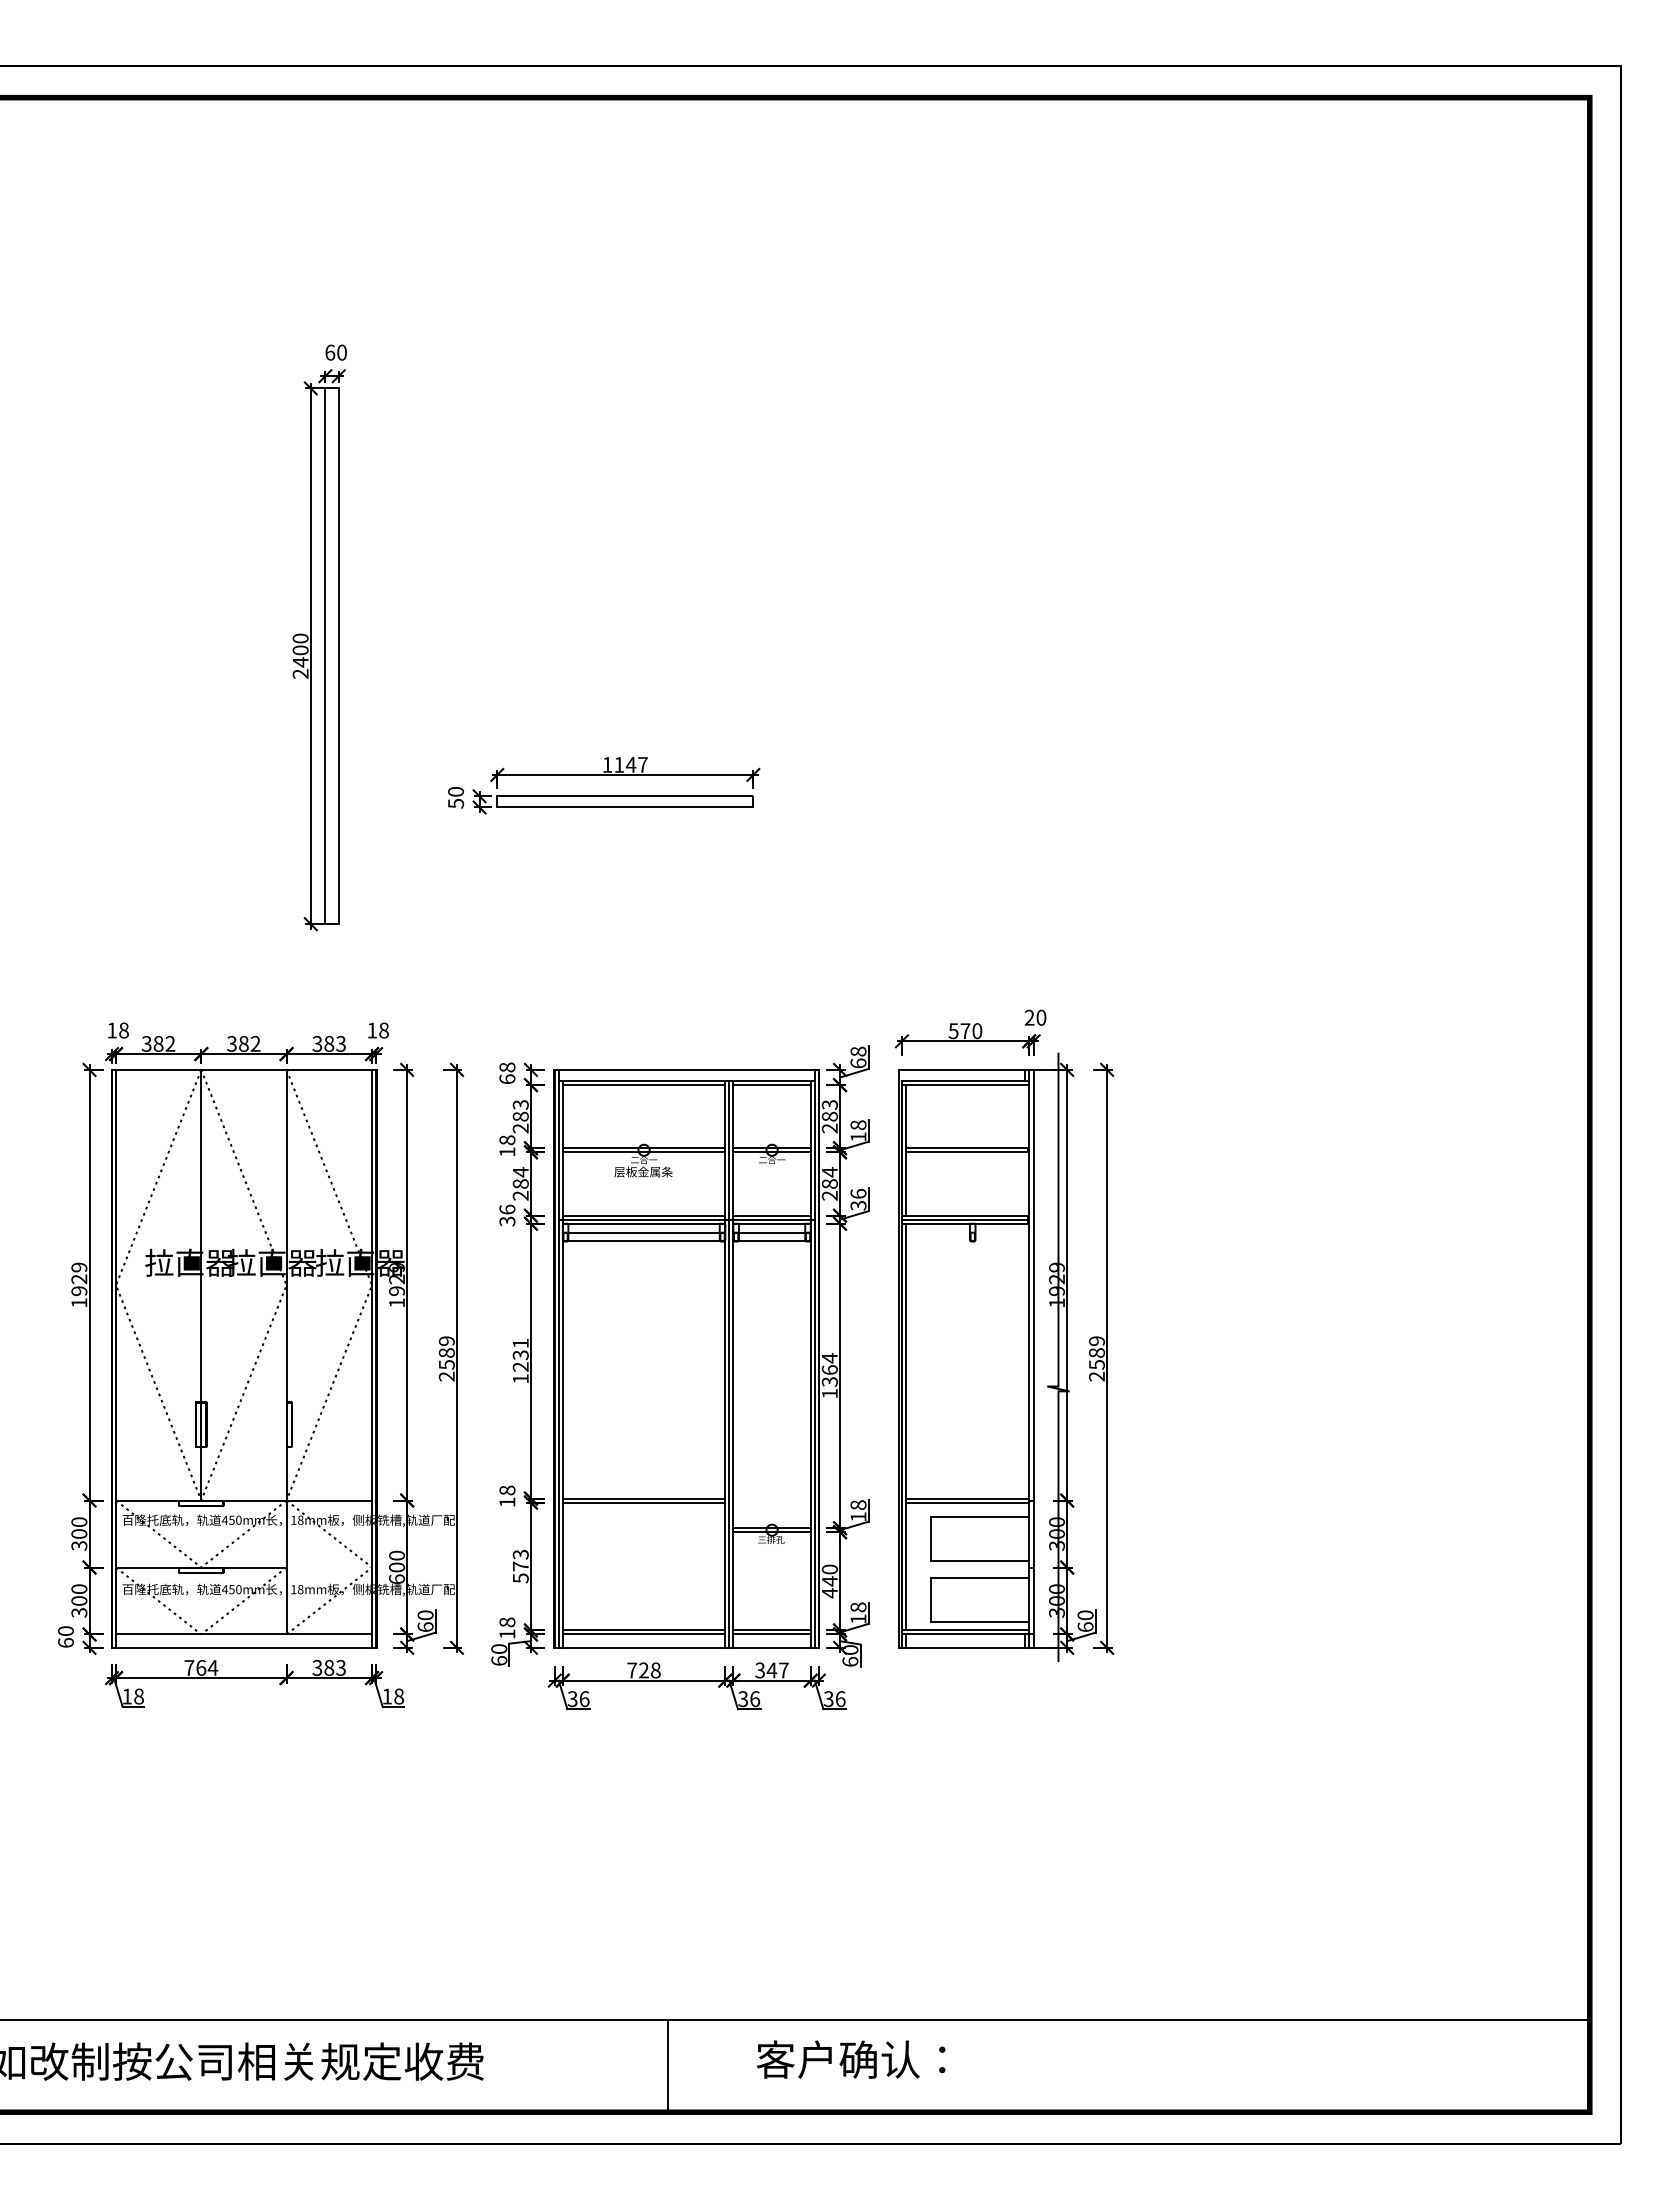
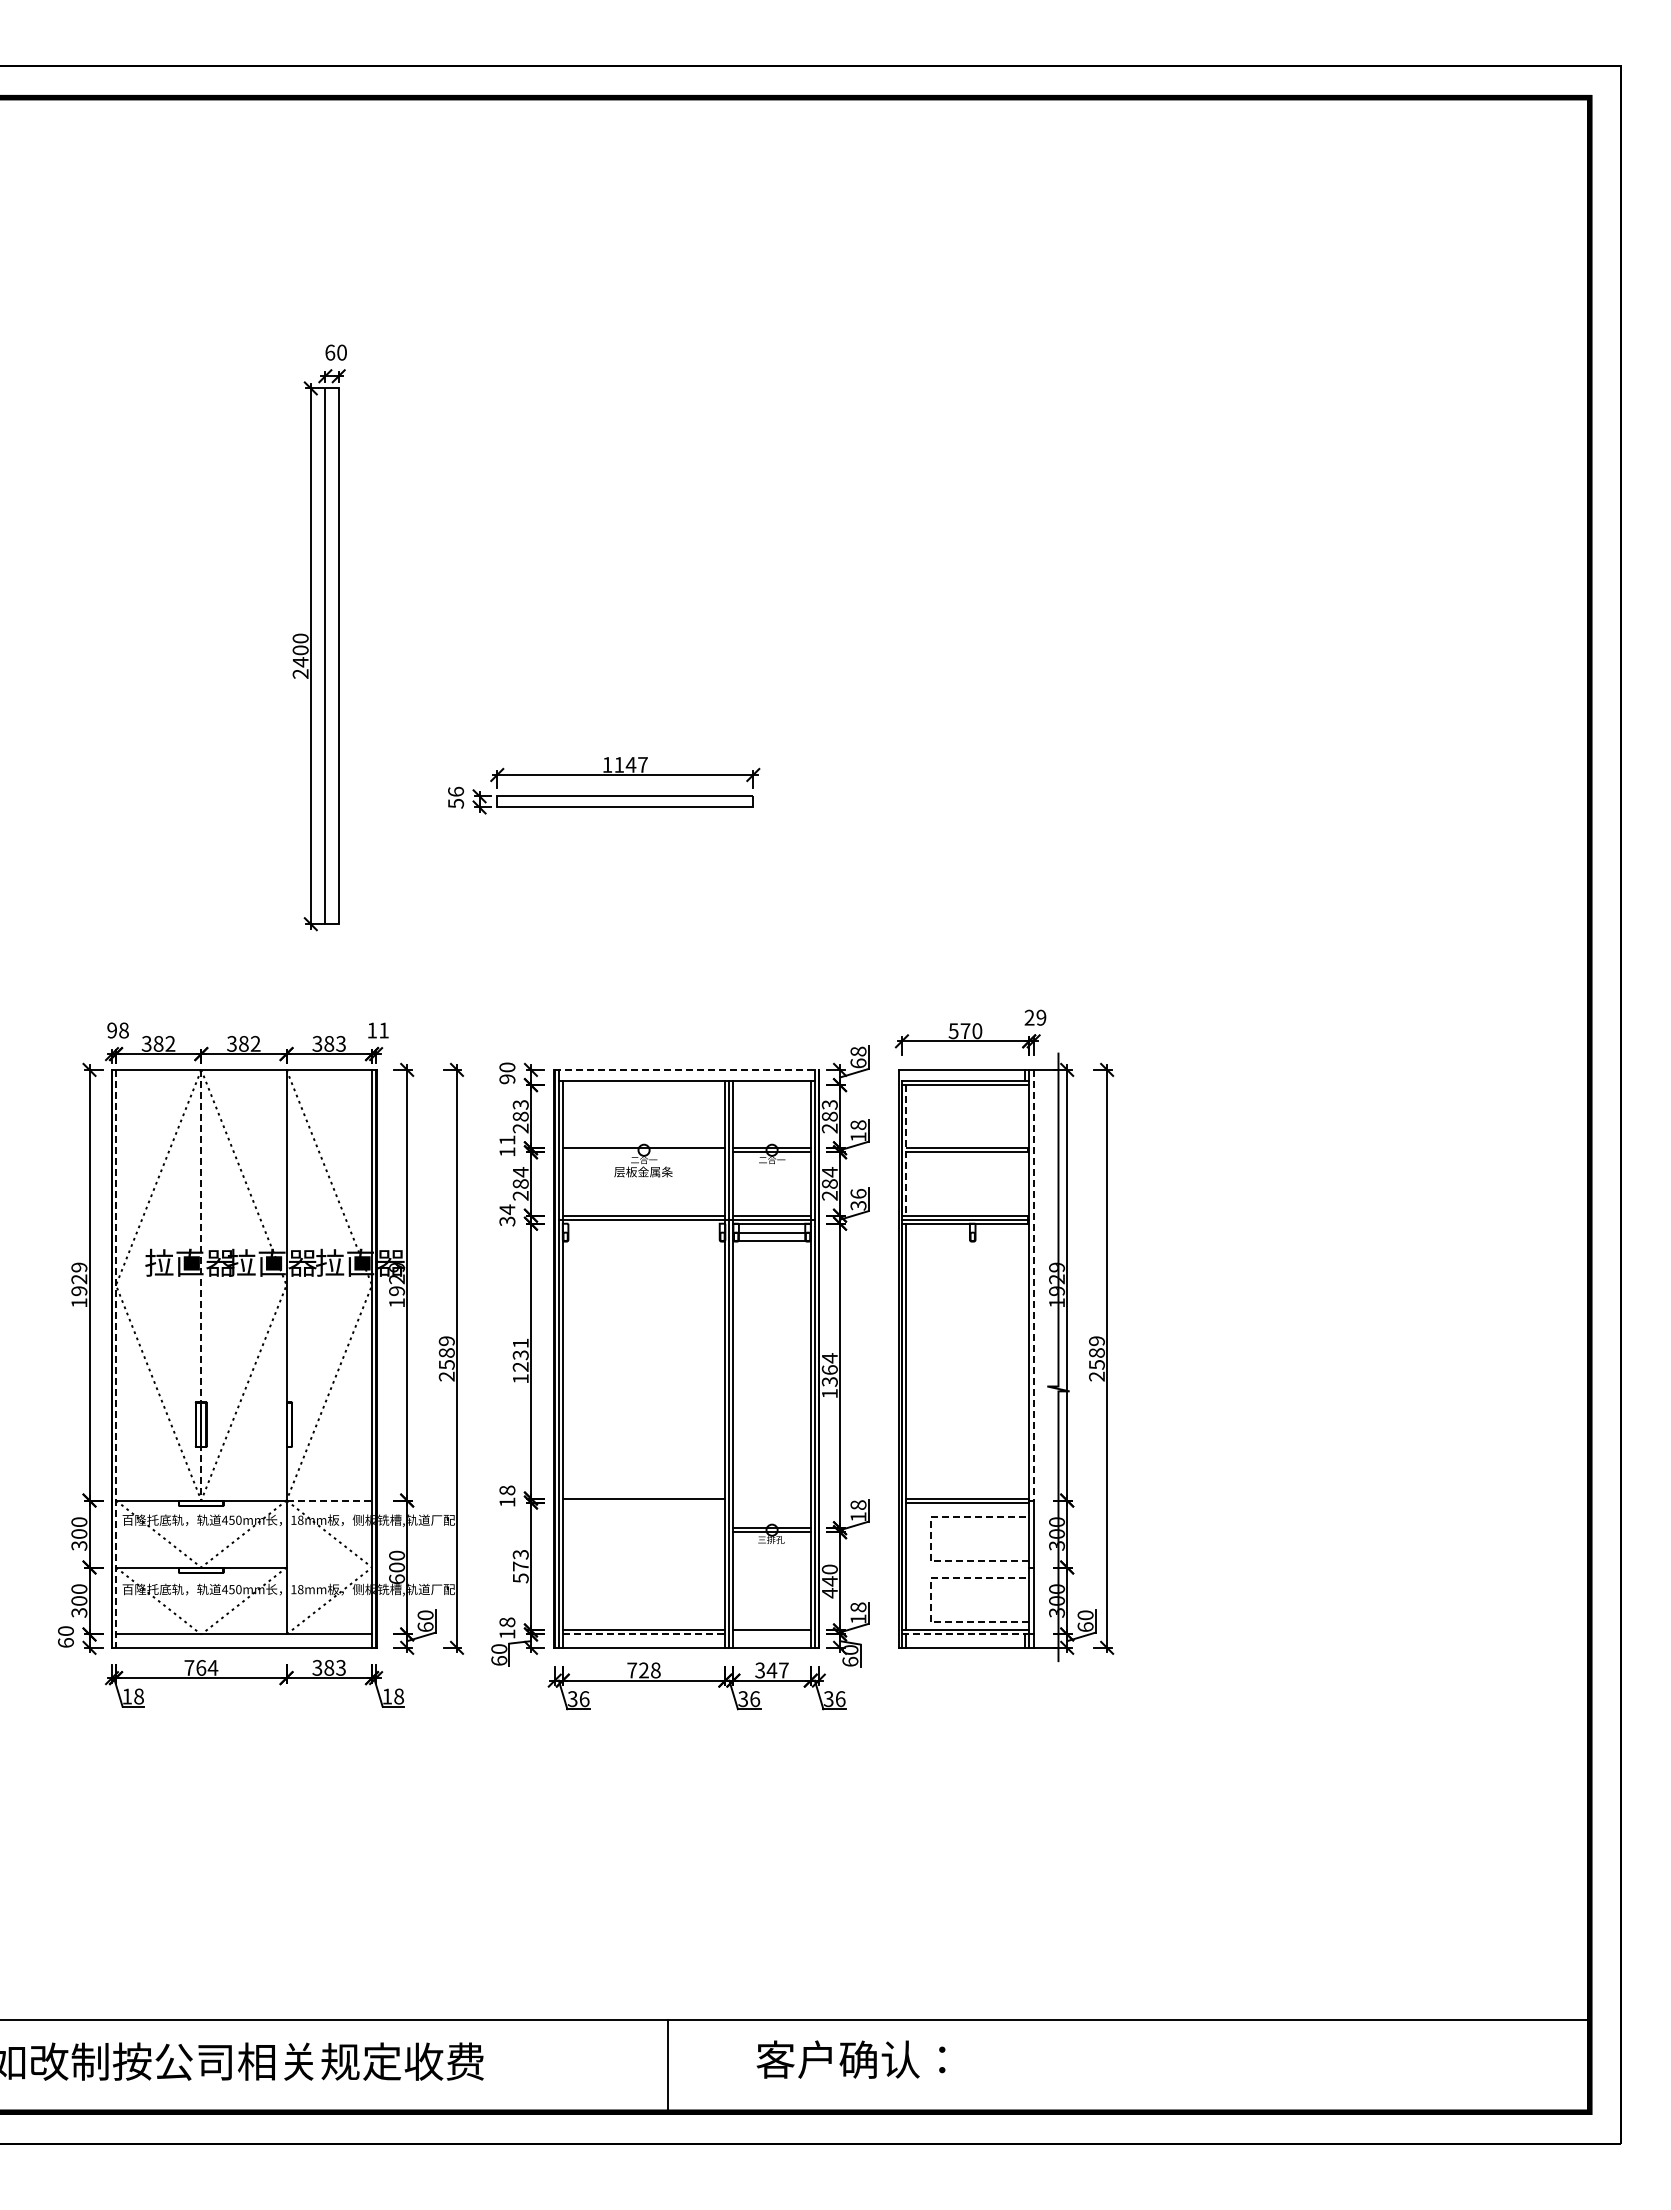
text at (455, 791): 50 -> 56
text at (1041, 1017): 20 -> 29
text at (111, 1030): 18 -> 98
text at (383, 1030): 18 -> 11
line at (687, 1069): solid -> dashed
text at (507, 1073): 68 -> 90
line at (643, 1085): present -> none
line at (771, 1085): present -> none
text at (507, 1140): 18 -> 11
line at (906, 1150): solid -> dashed
line at (643, 1152): present -> none
text at (507, 1209): 36 -> 34
line at (643, 1223): present -> none
line at (643, 1232): present -> none
line at (643, 1240): present -> none
line at (201, 1285): solid -> dashed
line at (1033, 1285): solid -> dashed
line at (116, 1358): solid -> dashed
line at (329, 1500): solid -> dashed
line at (643, 1502): present -> none
line at (930, 1538): solid -> dashed
line at (930, 1599): solid -> dashed
line at (644, 1634): solid -> dashed
line at (771, 1634): present -> none
line at (965, 1634): solid -> dashed
